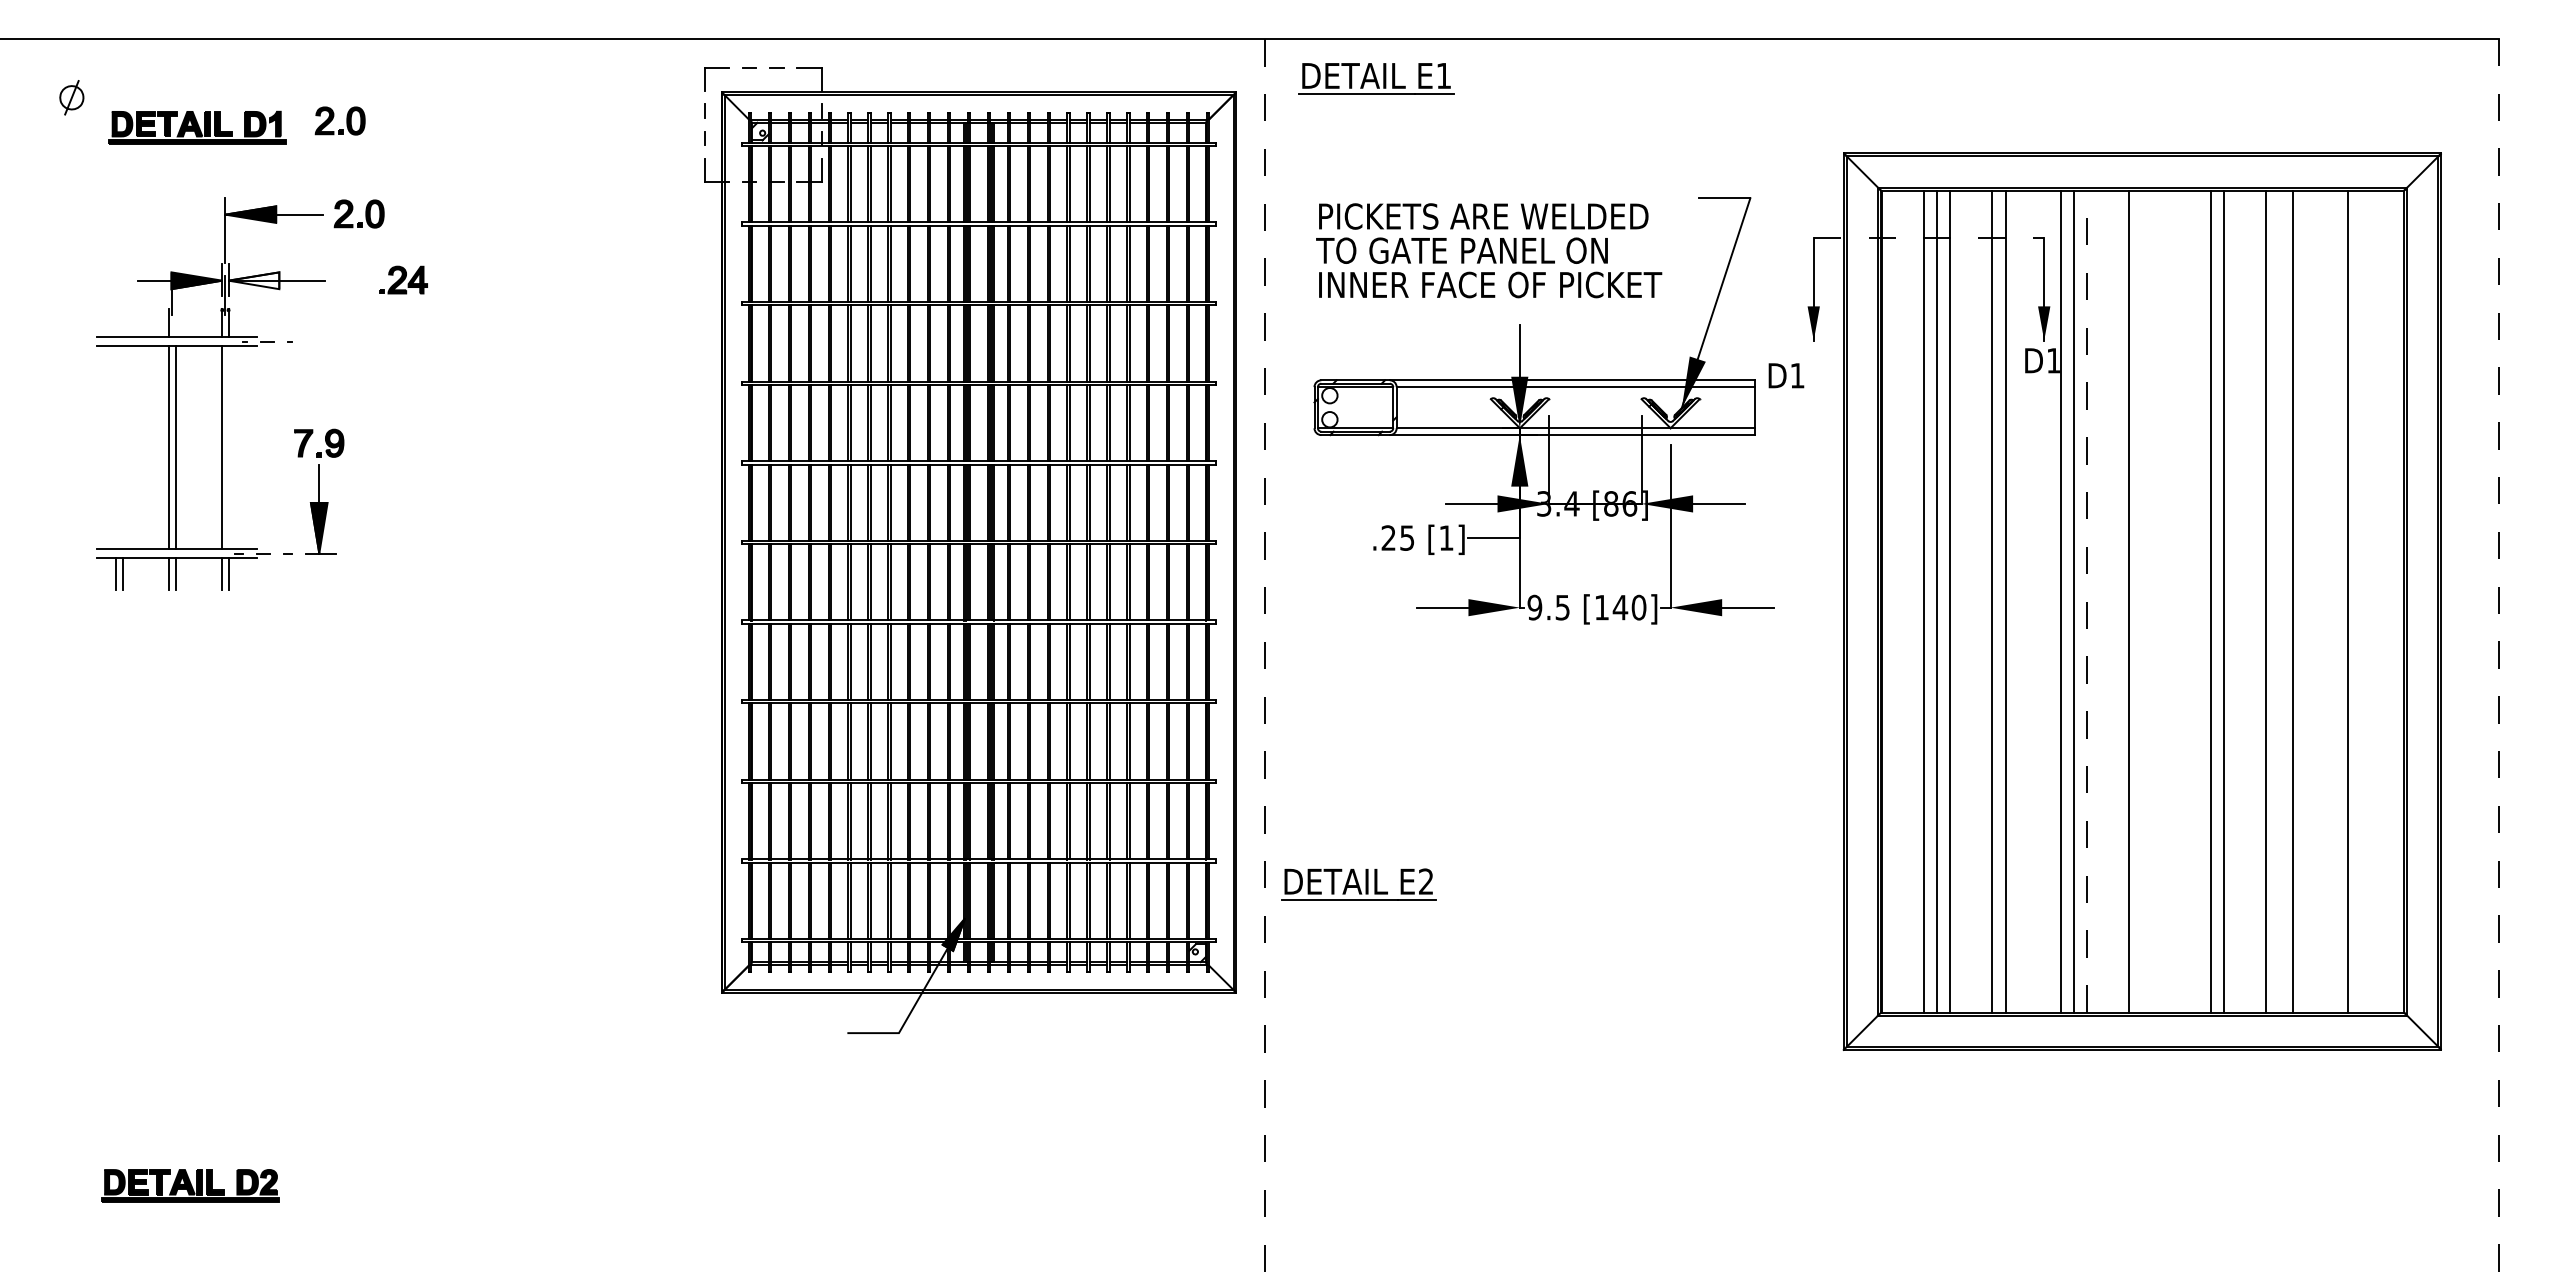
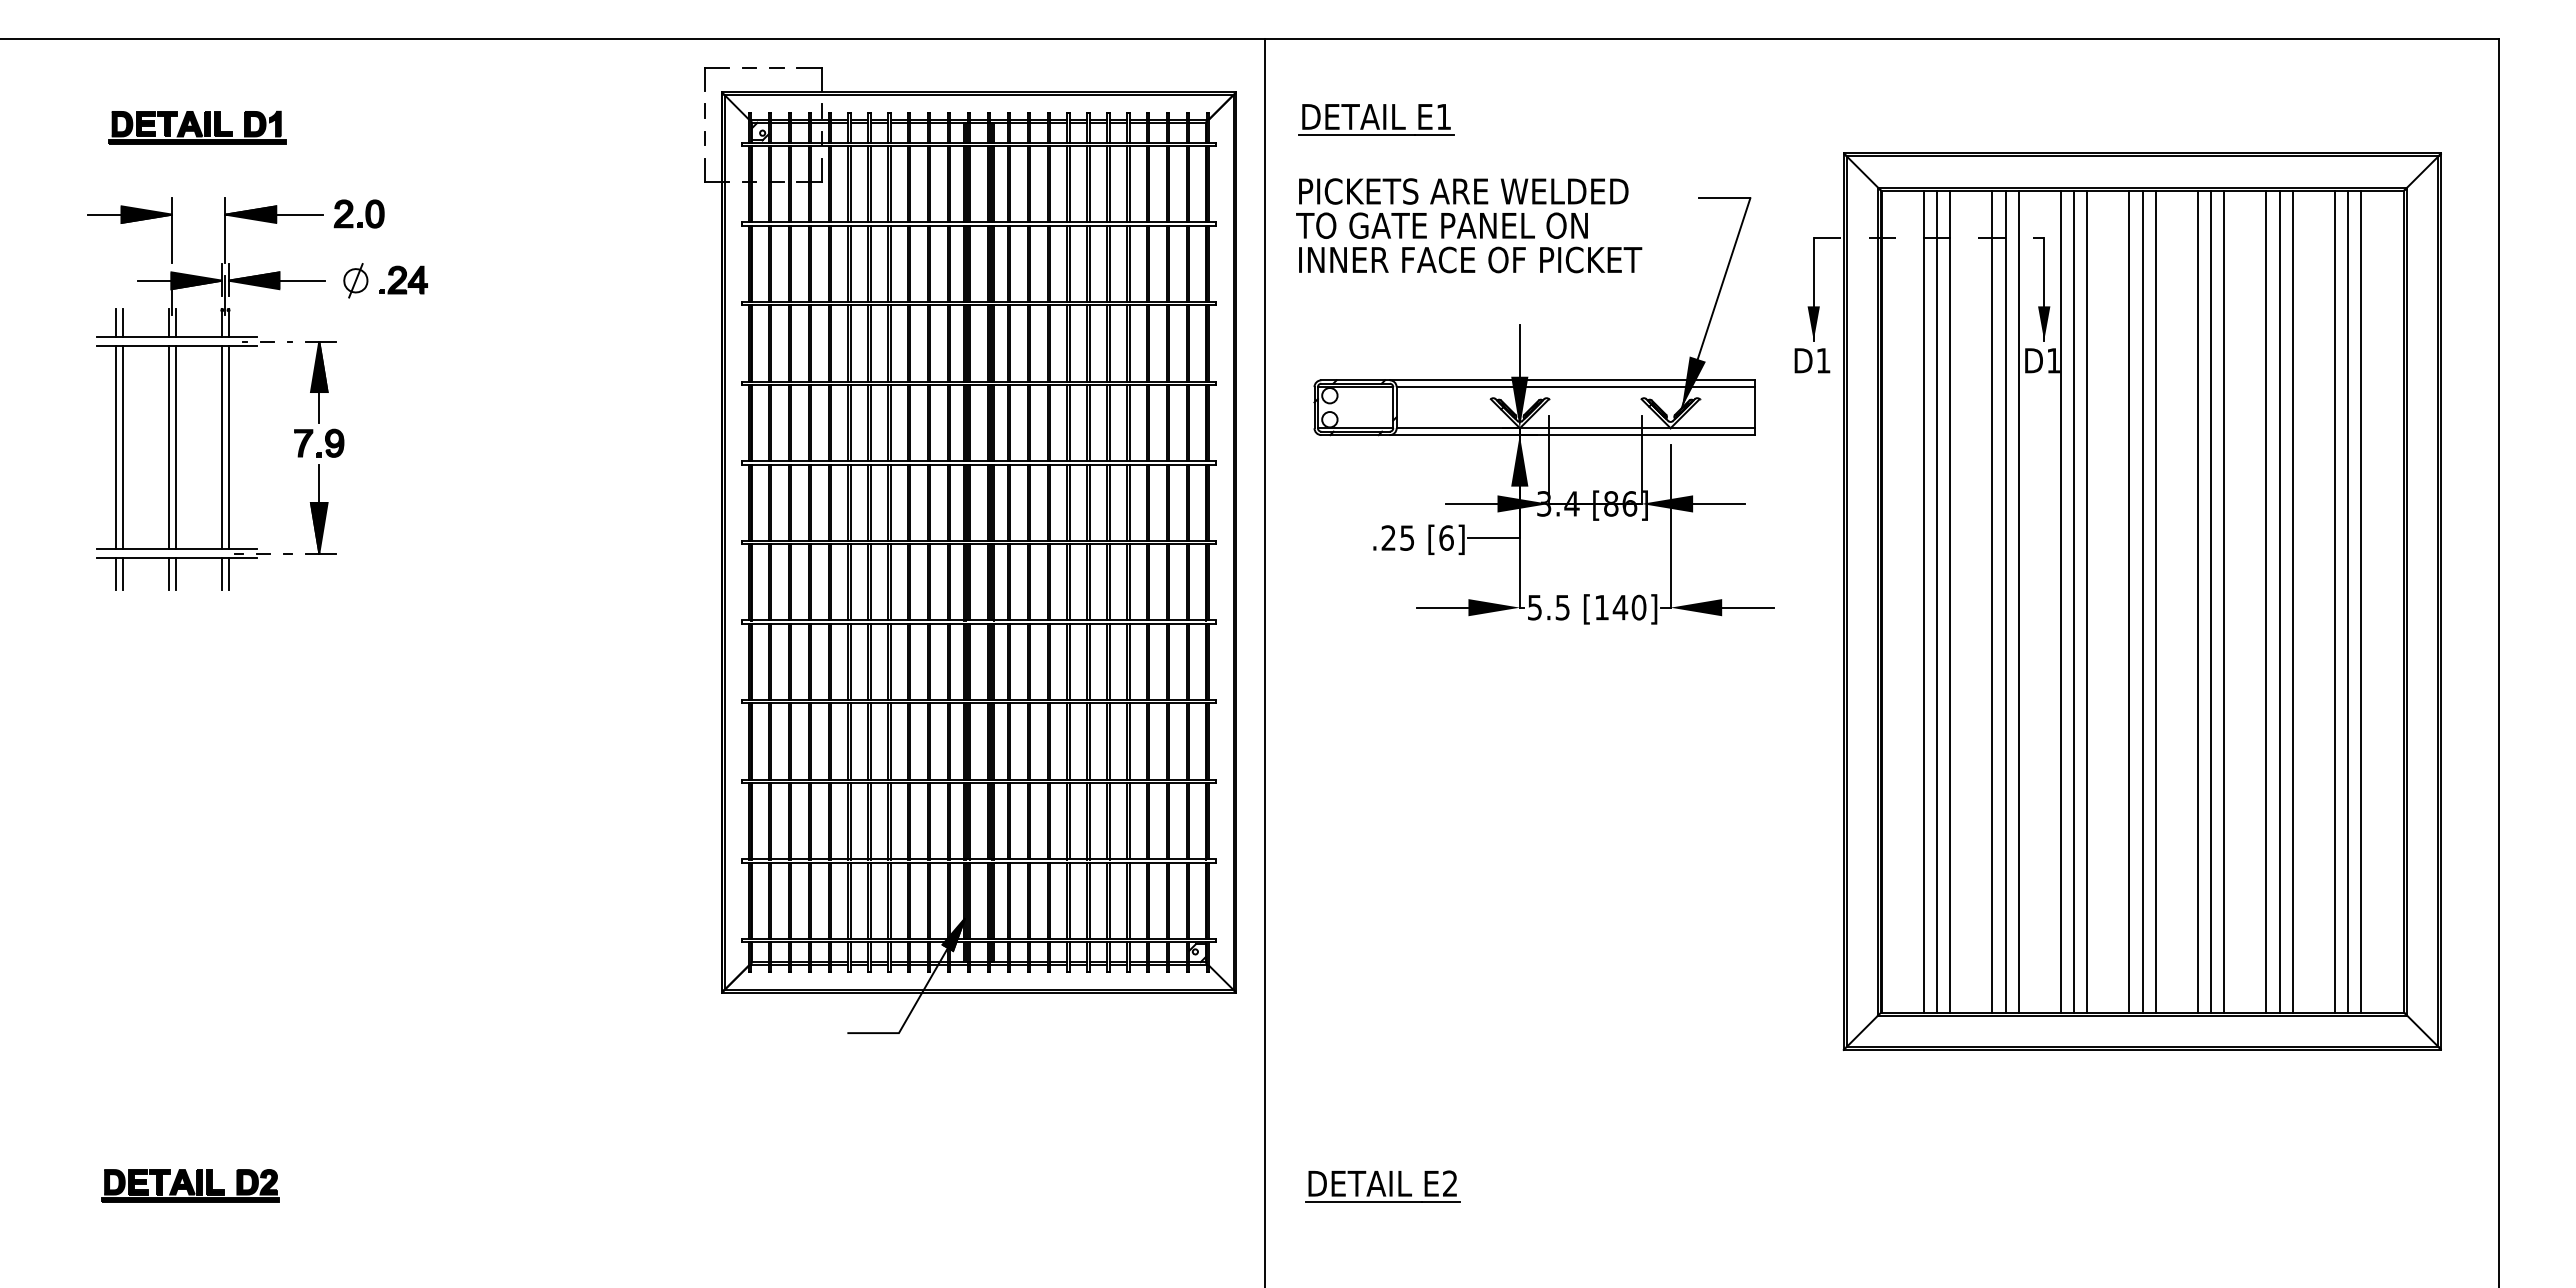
part at (1376, 78) position: (1376, 78) -> (1376, 119)
part at (71, 97) position: (71, 97) -> (355, 280)
part at (333, 118): present -> none
part at (126, 223): none -> present
text at (1489, 250) position: (1489, 250) -> (1469, 225)
fill at (253, 280): none -> present
line at (116, 322): none -> present
line at (122, 322): none -> present
line at (175, 322): none -> present
text at (1786, 375) position: (1786, 375) -> (1812, 360)
part at (320, 382): none -> present
line at (116, 447): none -> present
line at (122, 447): none -> present
line at (228, 447): none -> present
text at (1446, 537): [1] -> [6]
line at (2018, 601): none -> present
line at (2087, 601): dashed -> solid
line at (2142, 601): none -> present
line at (2155, 601): none -> present
line at (2197, 601): none -> present
line at (2279, 601): none -> present
line at (2334, 601): none -> present
line at (2361, 601): none -> present
text at (1534, 607): 9.5 -> 5.5
line at (1264, 662): dashed -> solid
line at (2498, 662): dashed -> solid
part at (1358, 884) position: (1358, 884) -> (1382, 1186)
